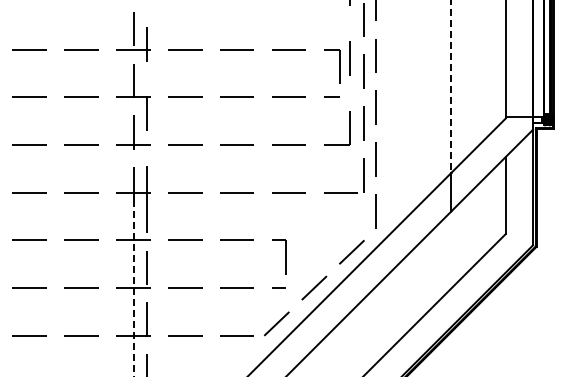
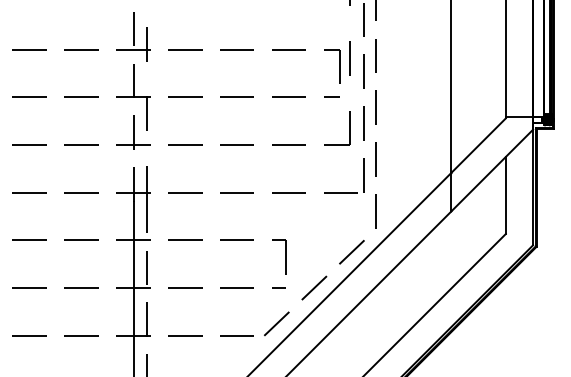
line at (451, 86): dashed -> solid
line at (134, 288): dashed -> solid
